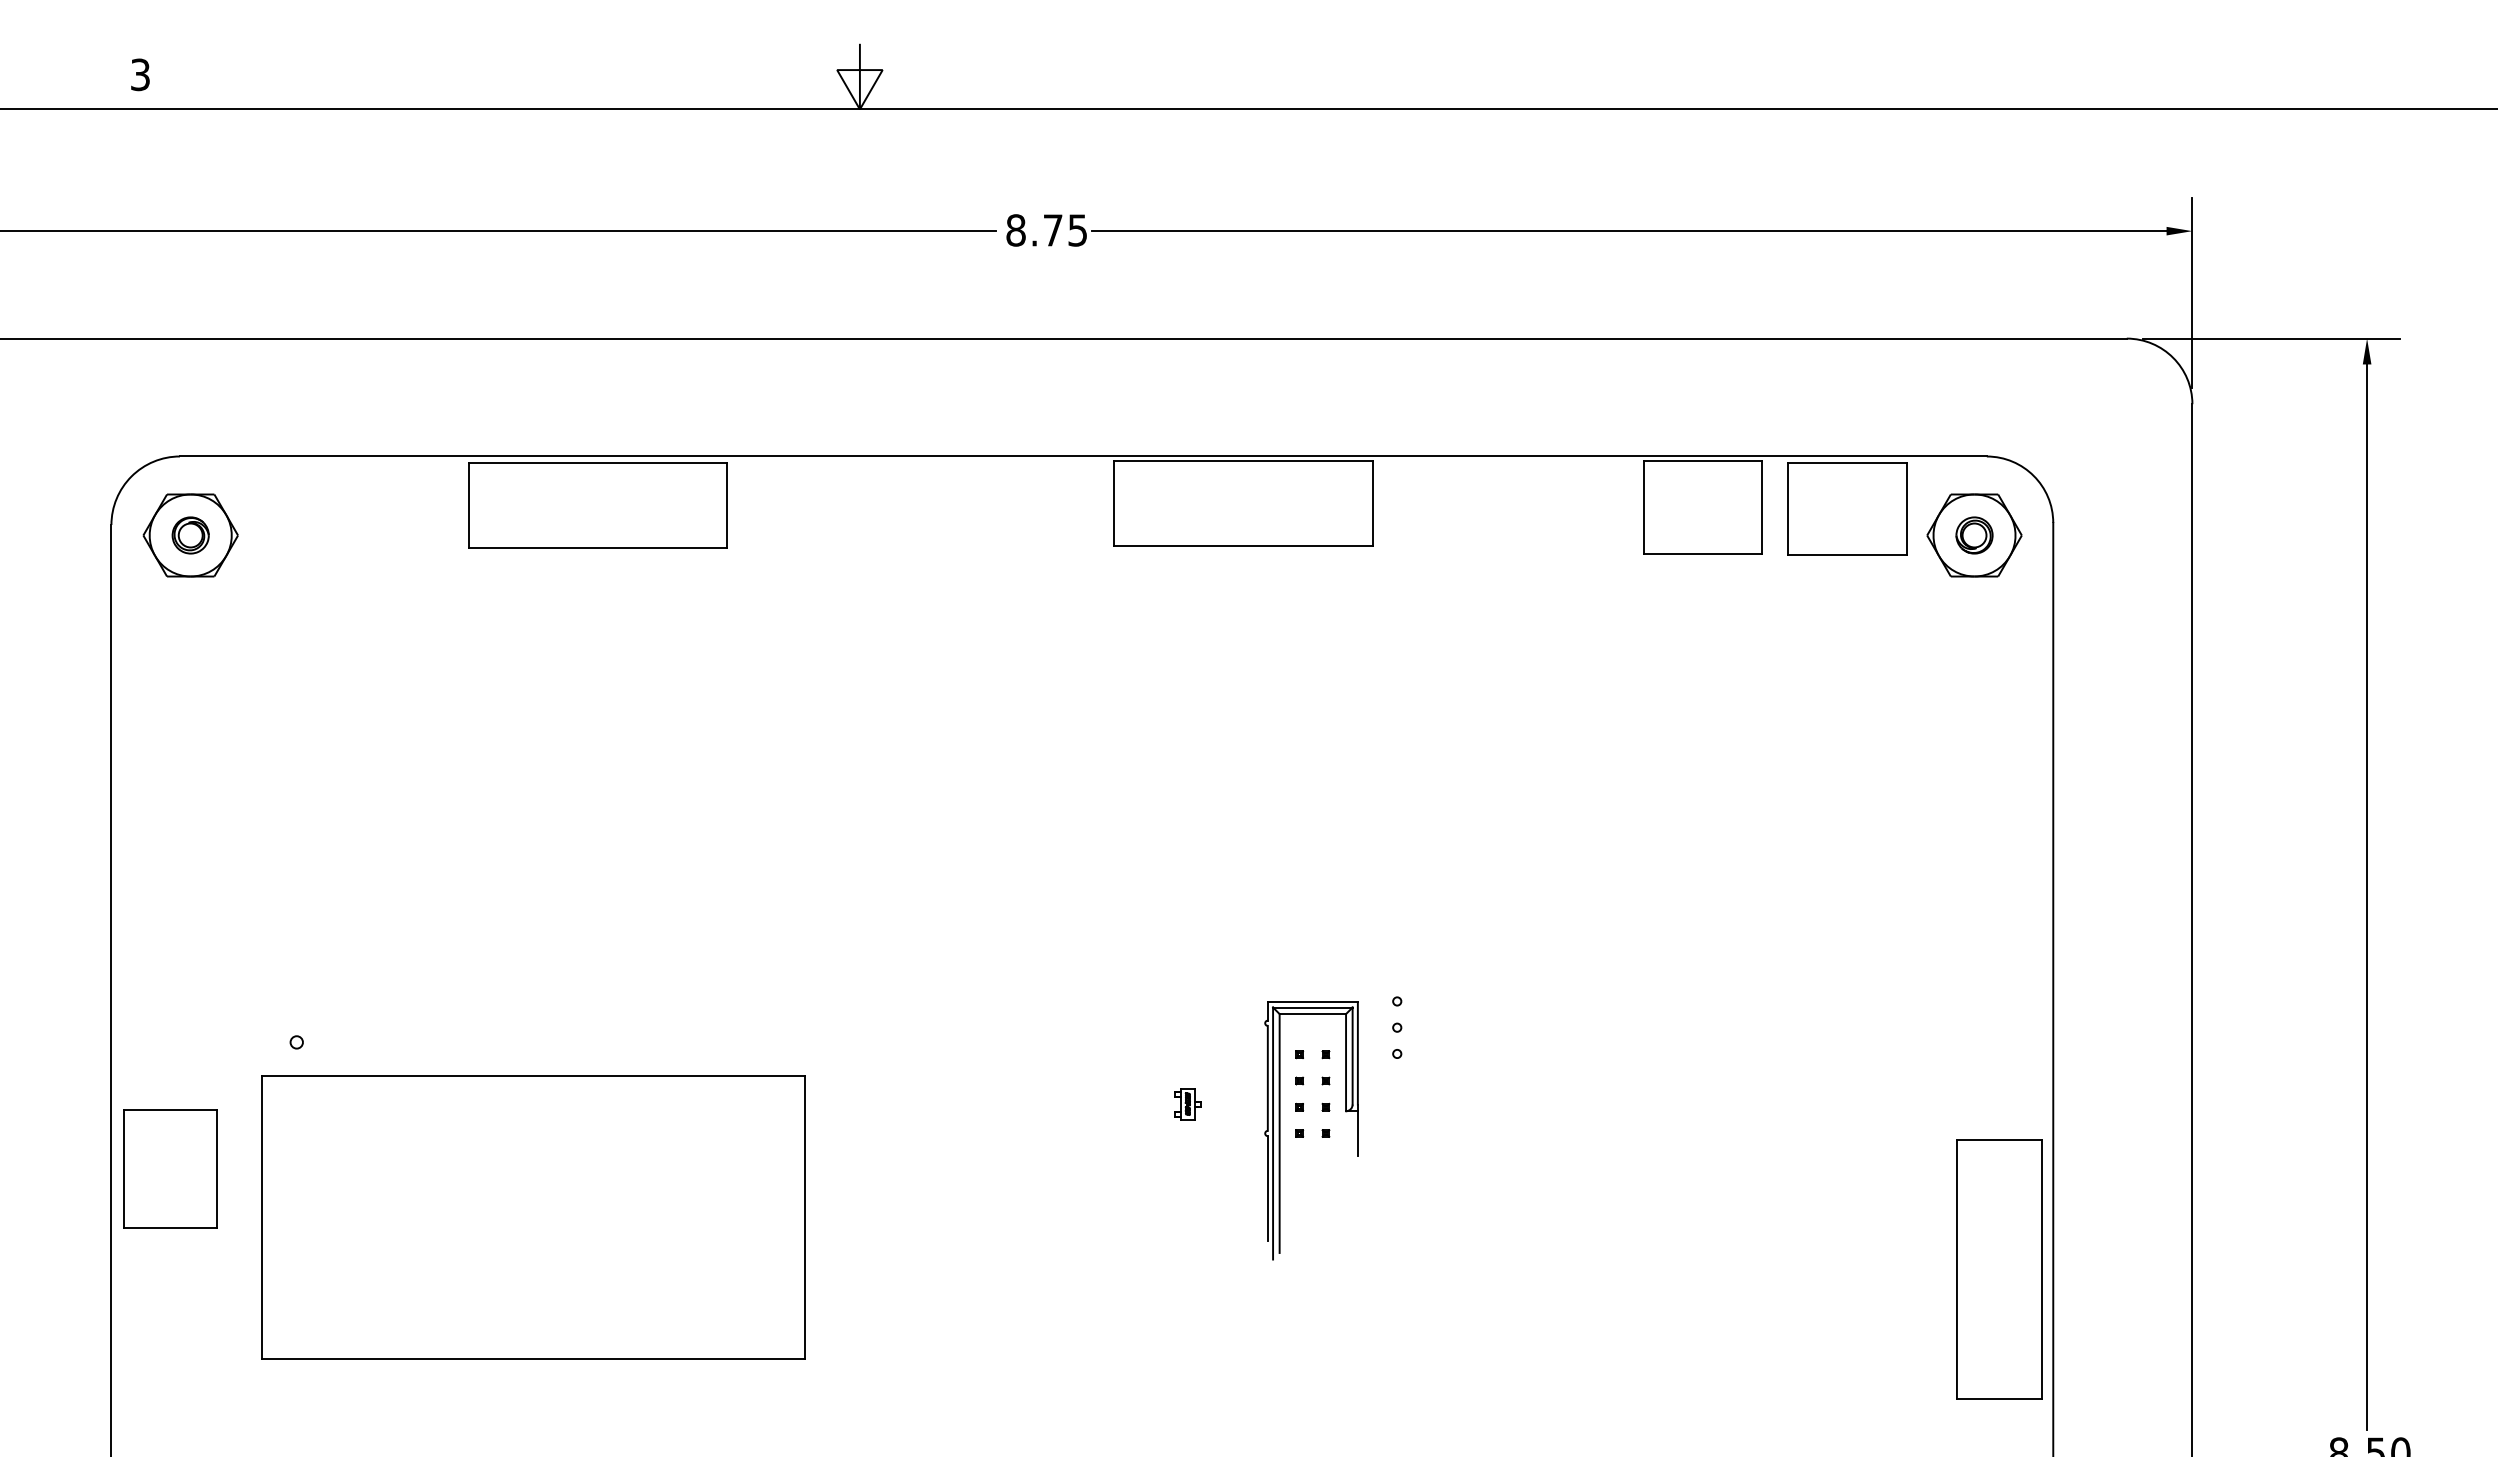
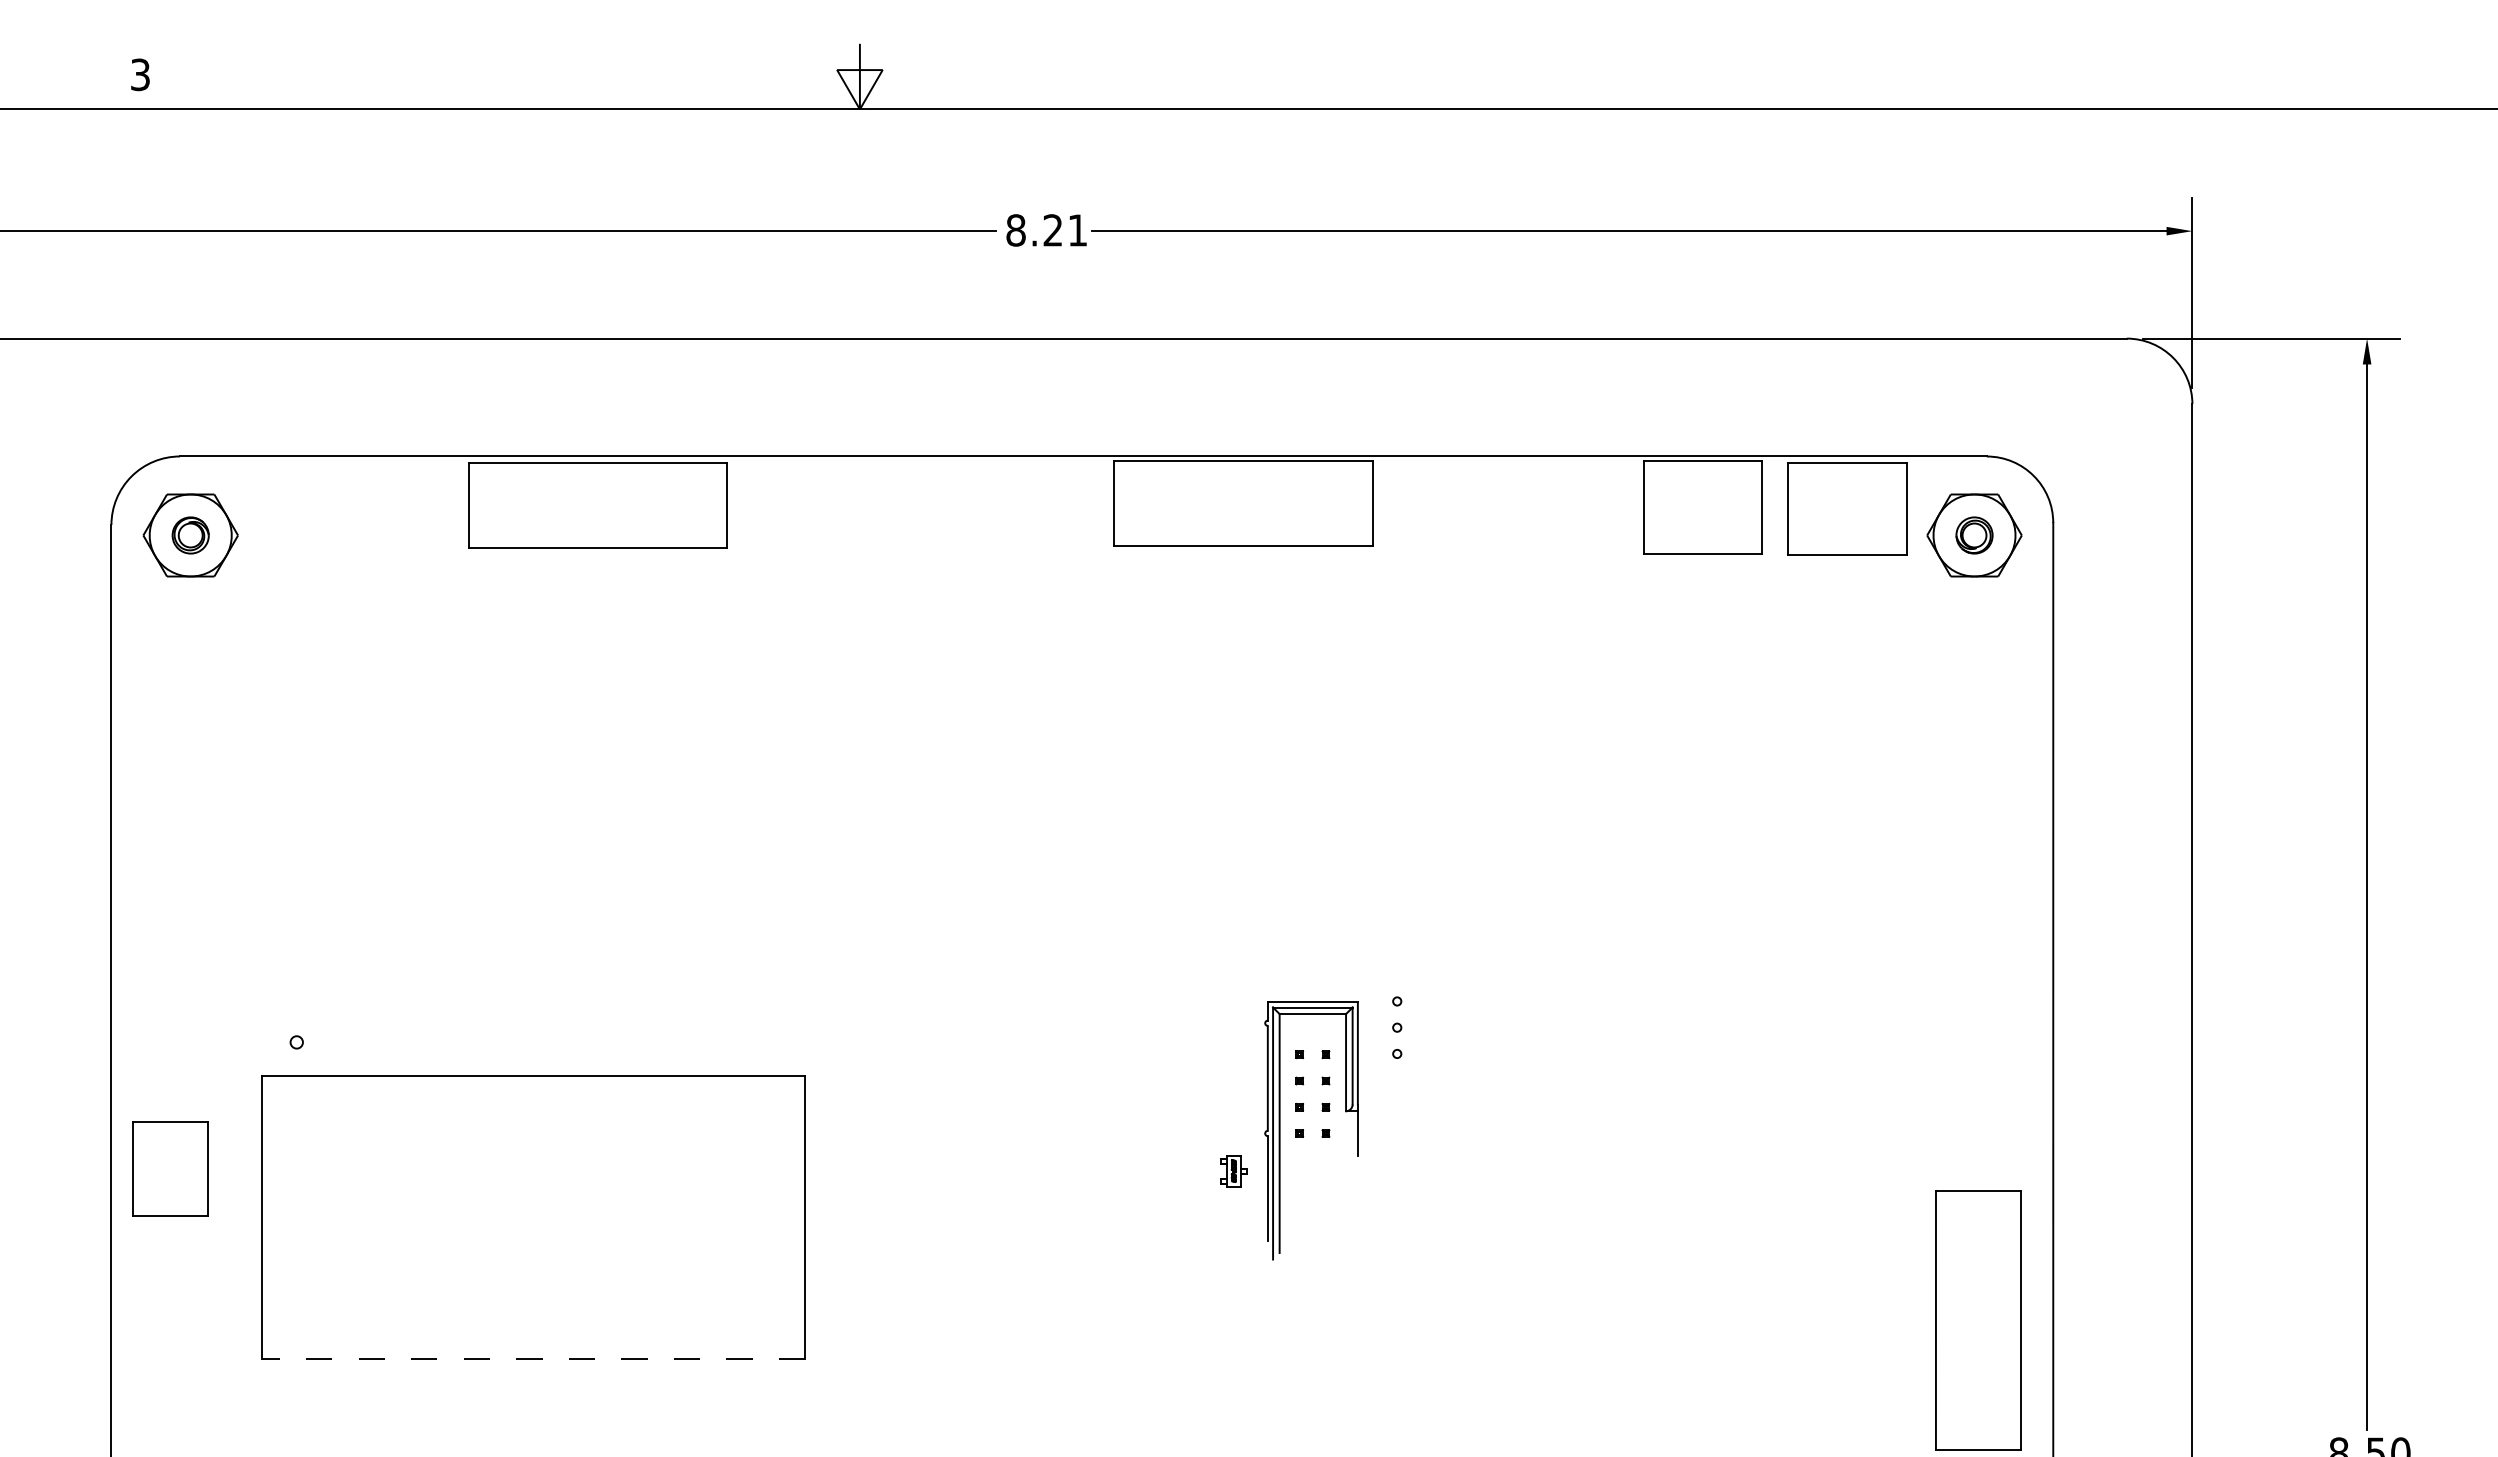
text at (1064, 230): 8.75 -> 8.21
part at (1187, 1104) position: (1187, 1104) -> (1233, 1171)
part at (170, 1168) size: 95x120 px -> 77x96 px
part at (1999, 1269) position: (1999, 1269) -> (1978, 1320)
line at (533, 1359): solid -> dashed
